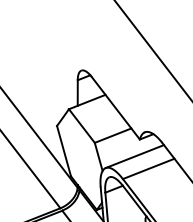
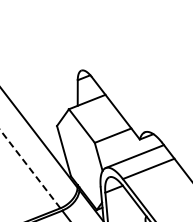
line at (152, 49): present -> none
line at (29, 168): solid -> dashed
